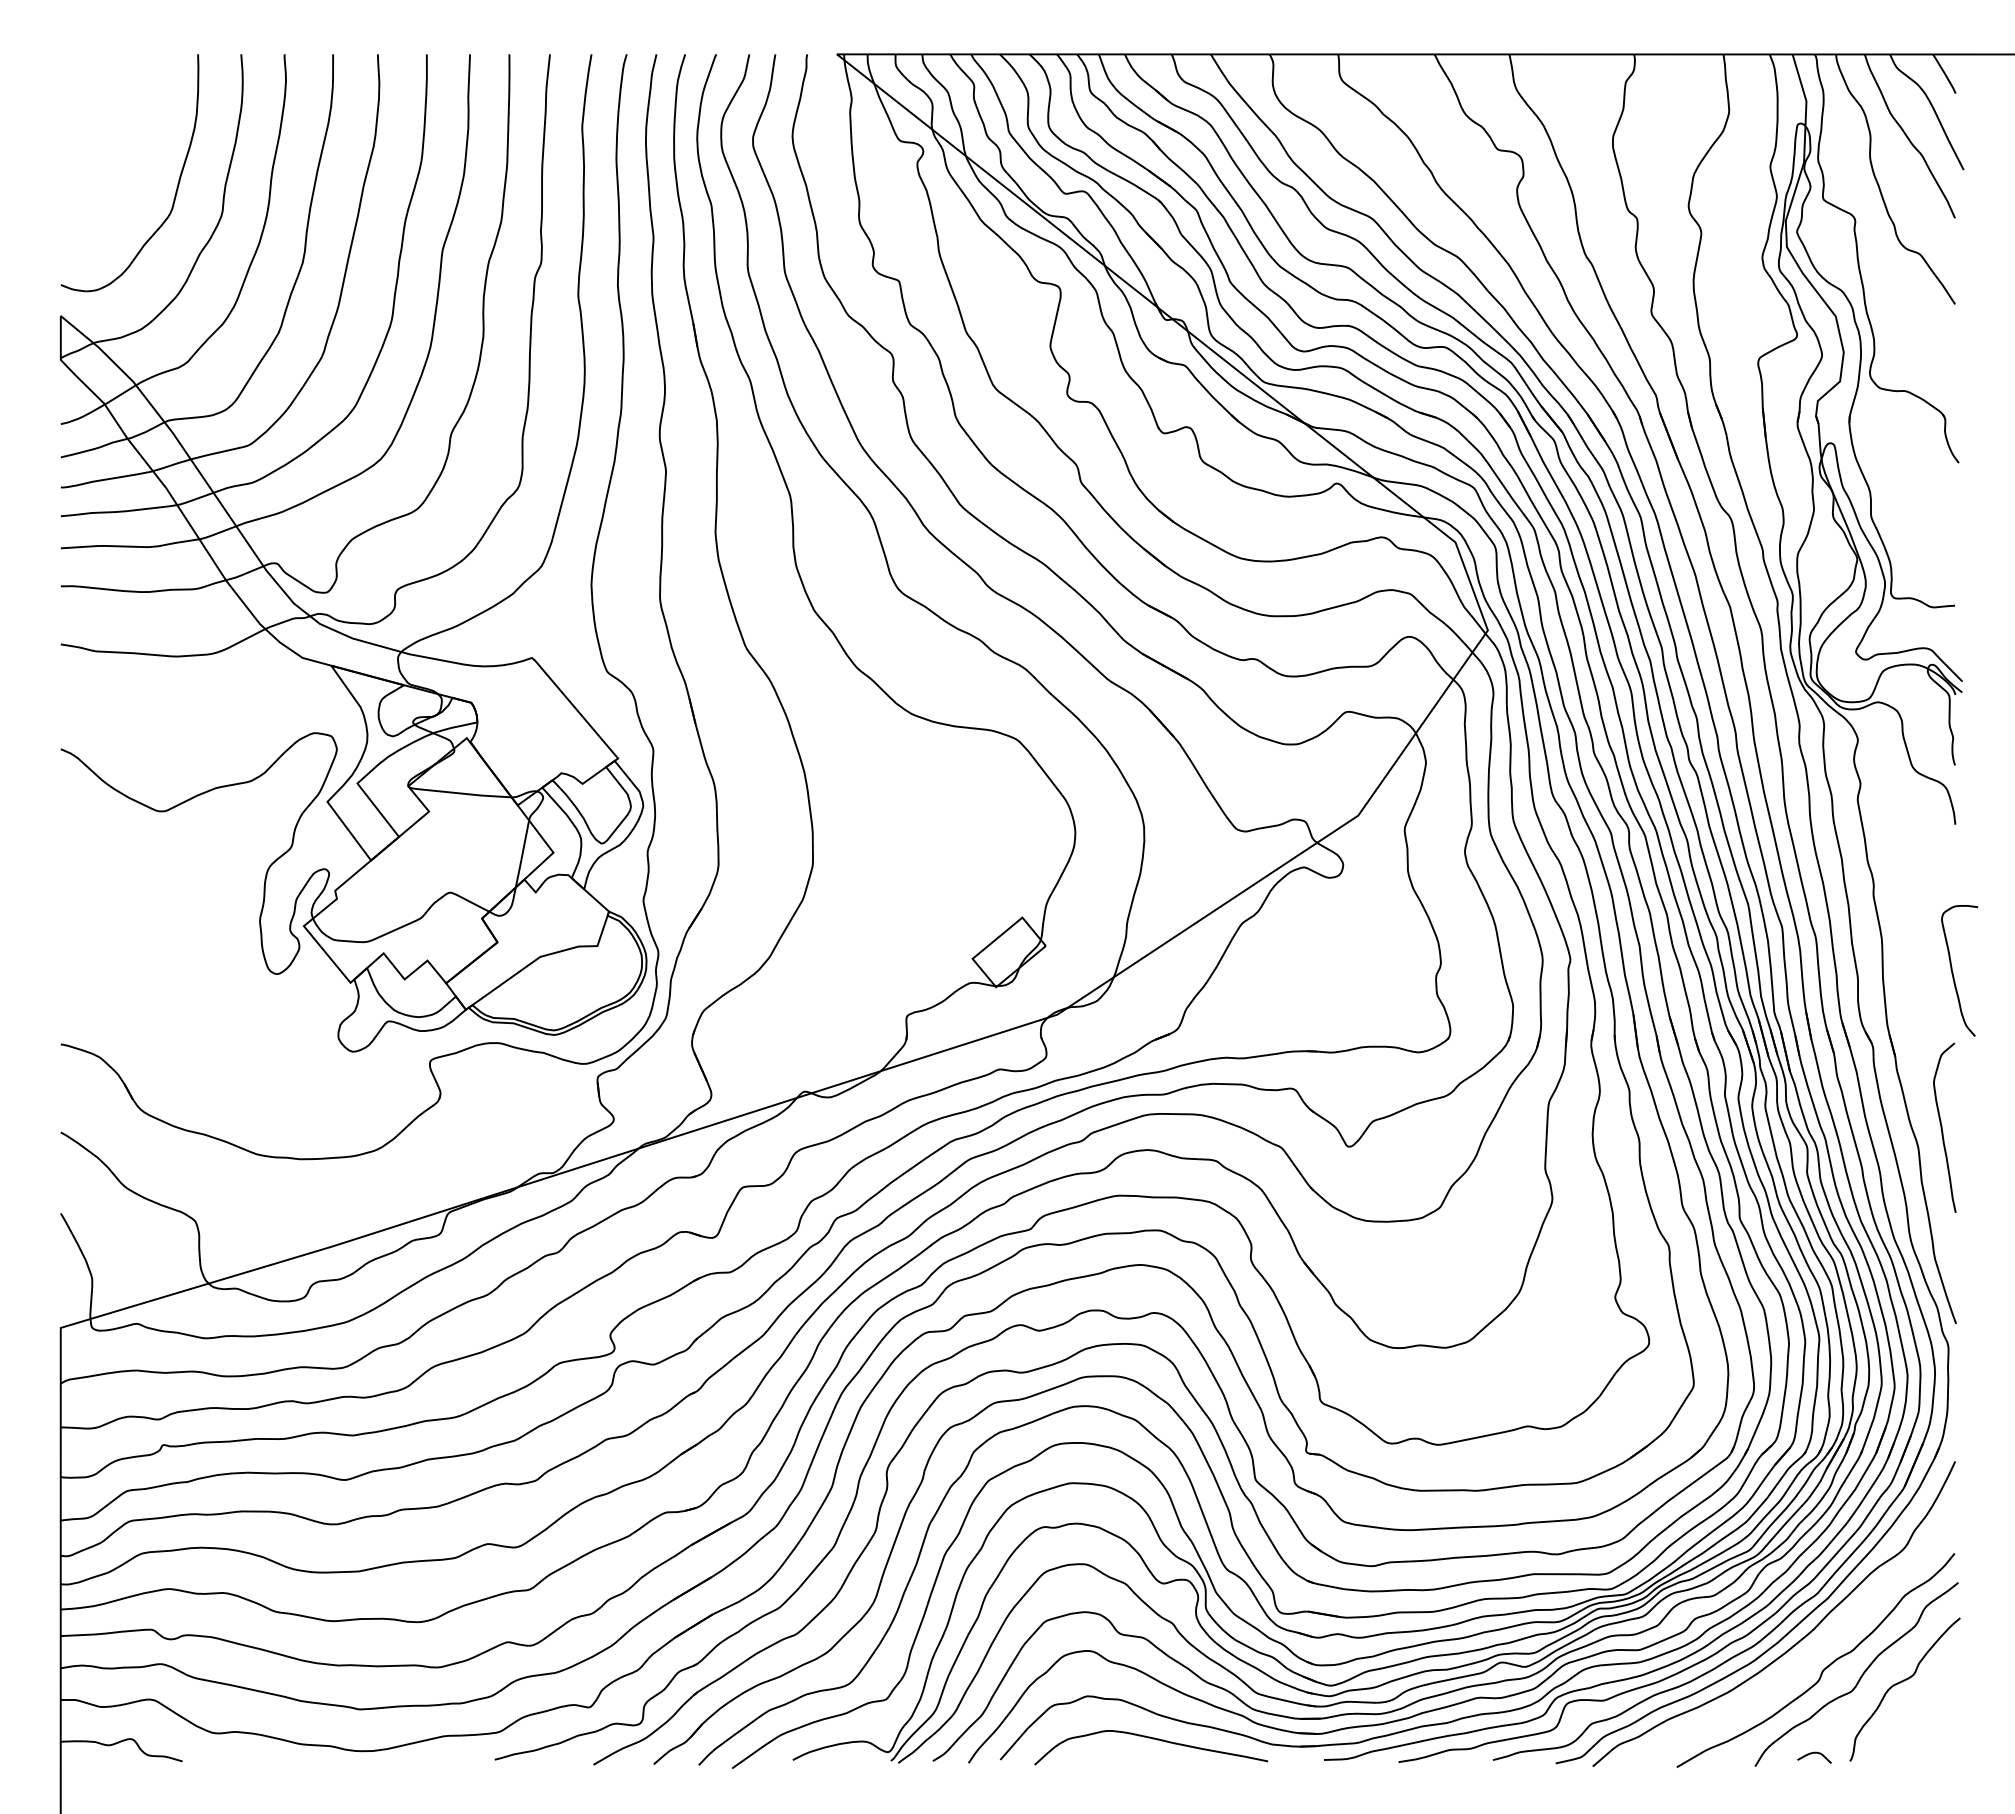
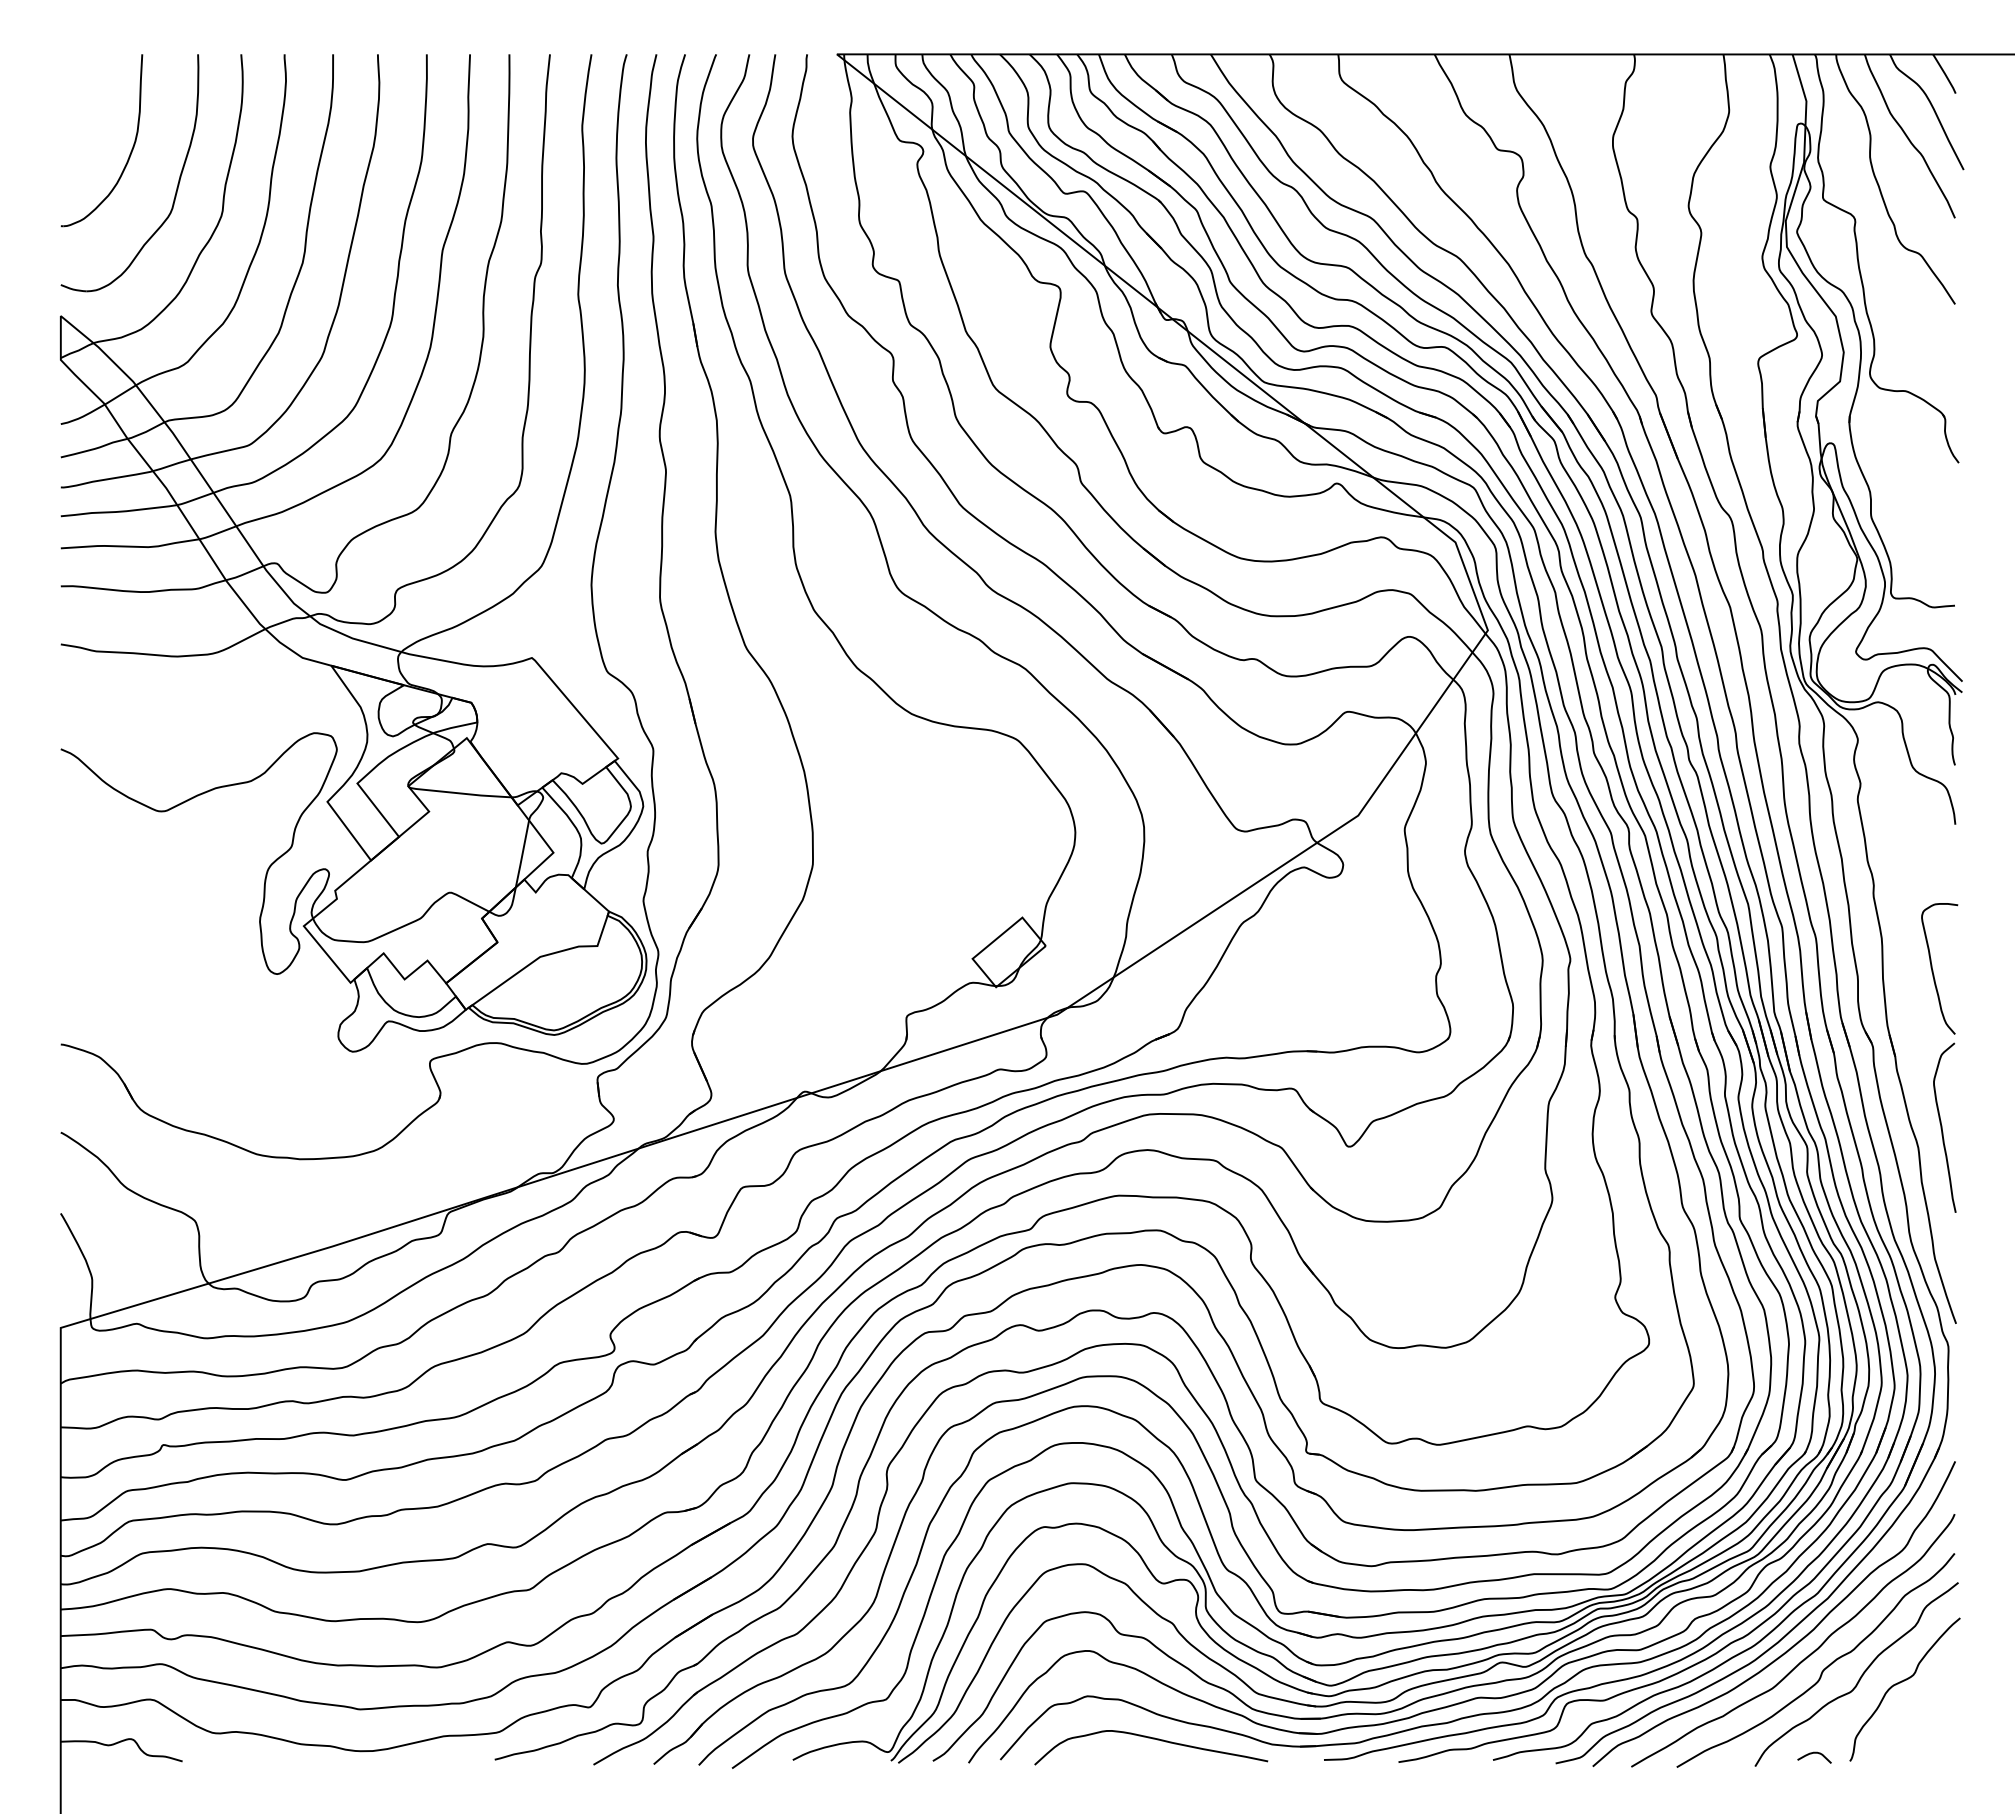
part at (130, 151): none -> present
curve at (1953, 972) position: (1953, 972) -> (1933, 970)
curve at (1807, 1655): none -> present
